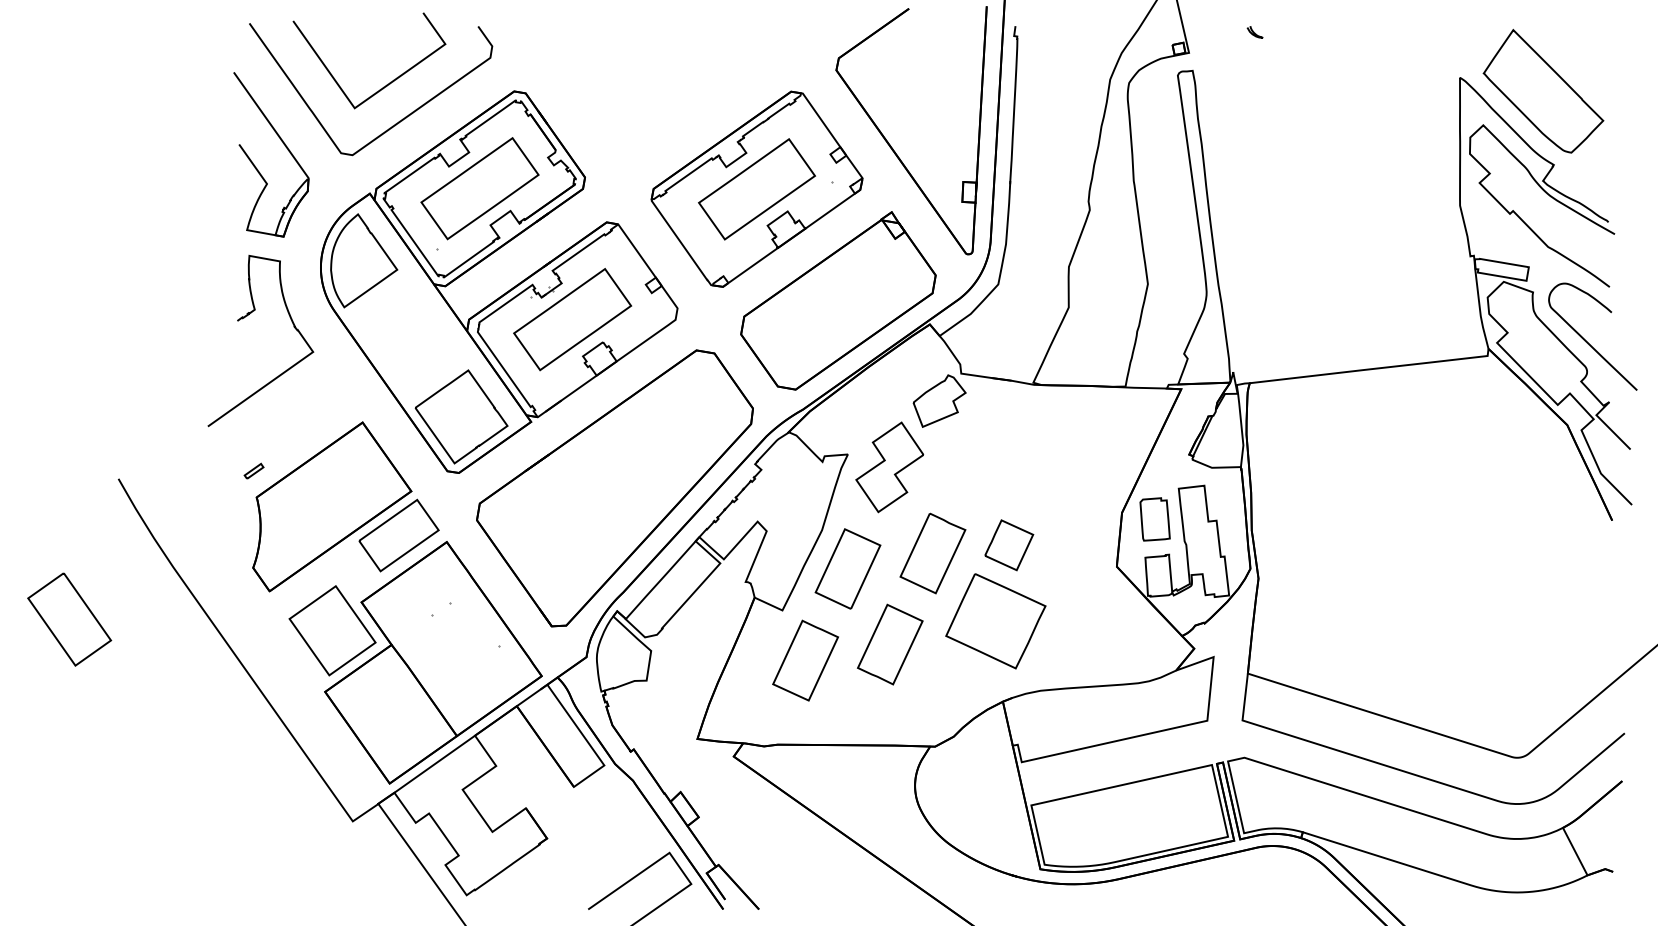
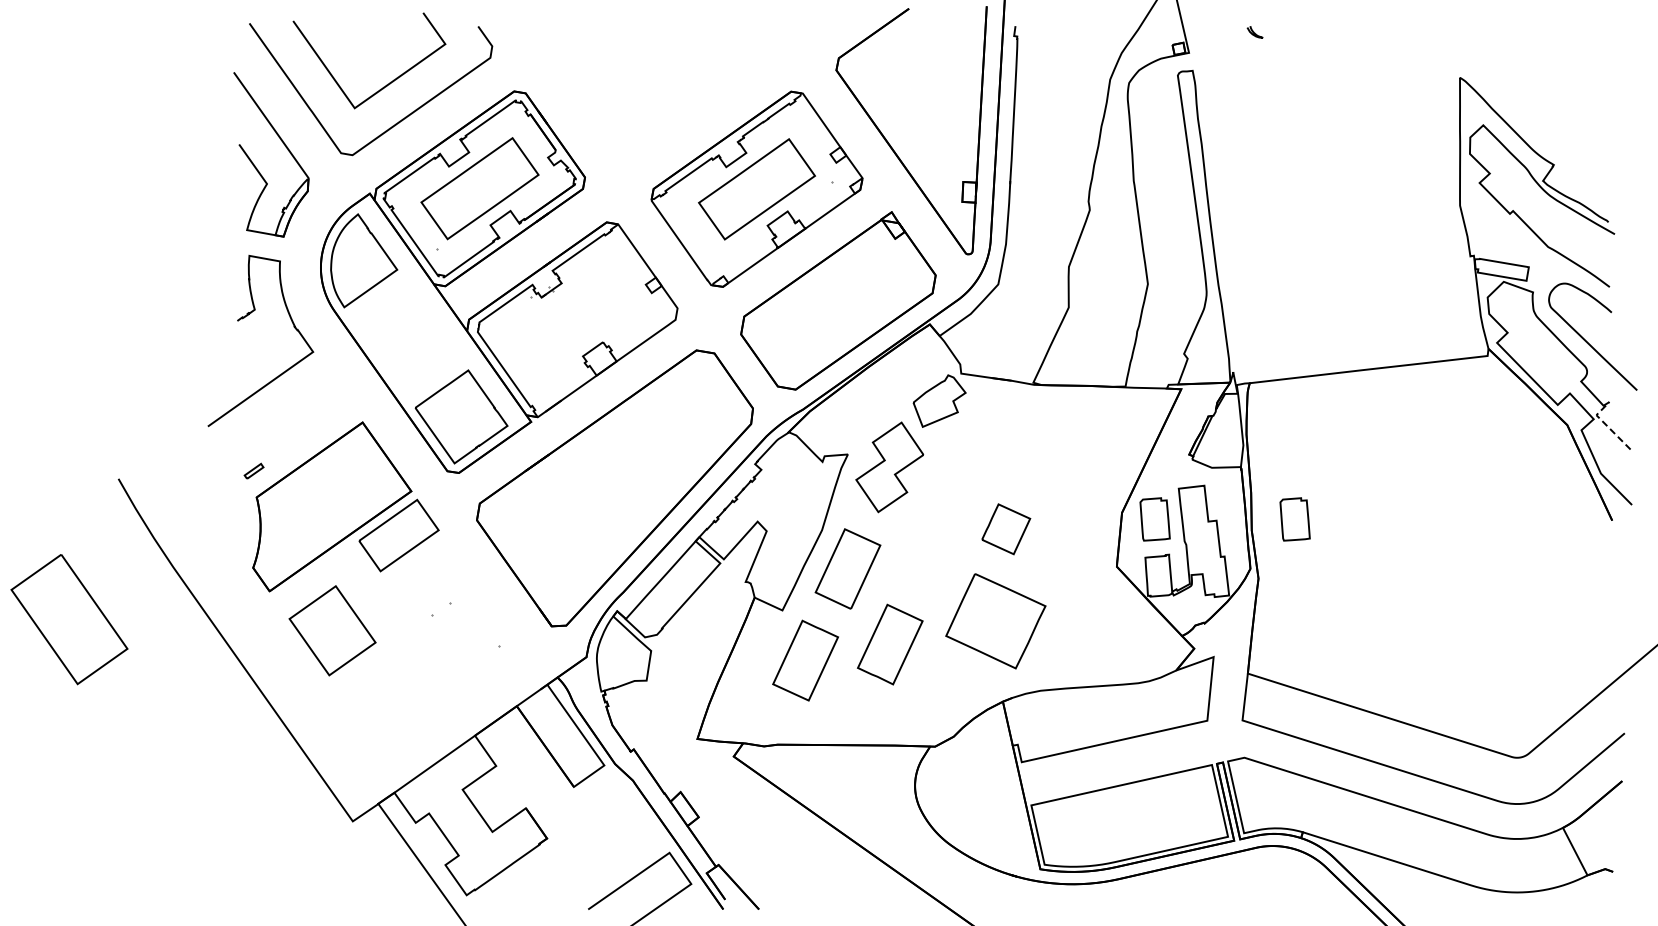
part at (1543, 90): present -> none
part at (572, 319): present -> none
line at (1606, 425): solid -> dashed
part at (1294, 519): none -> present
part at (1009, 545) position: (1009, 545) -> (1006, 529)
part at (932, 553): present -> none
part at (69, 619) size: 86x95 px -> 119x132 px
part at (433, 662): present -> none
